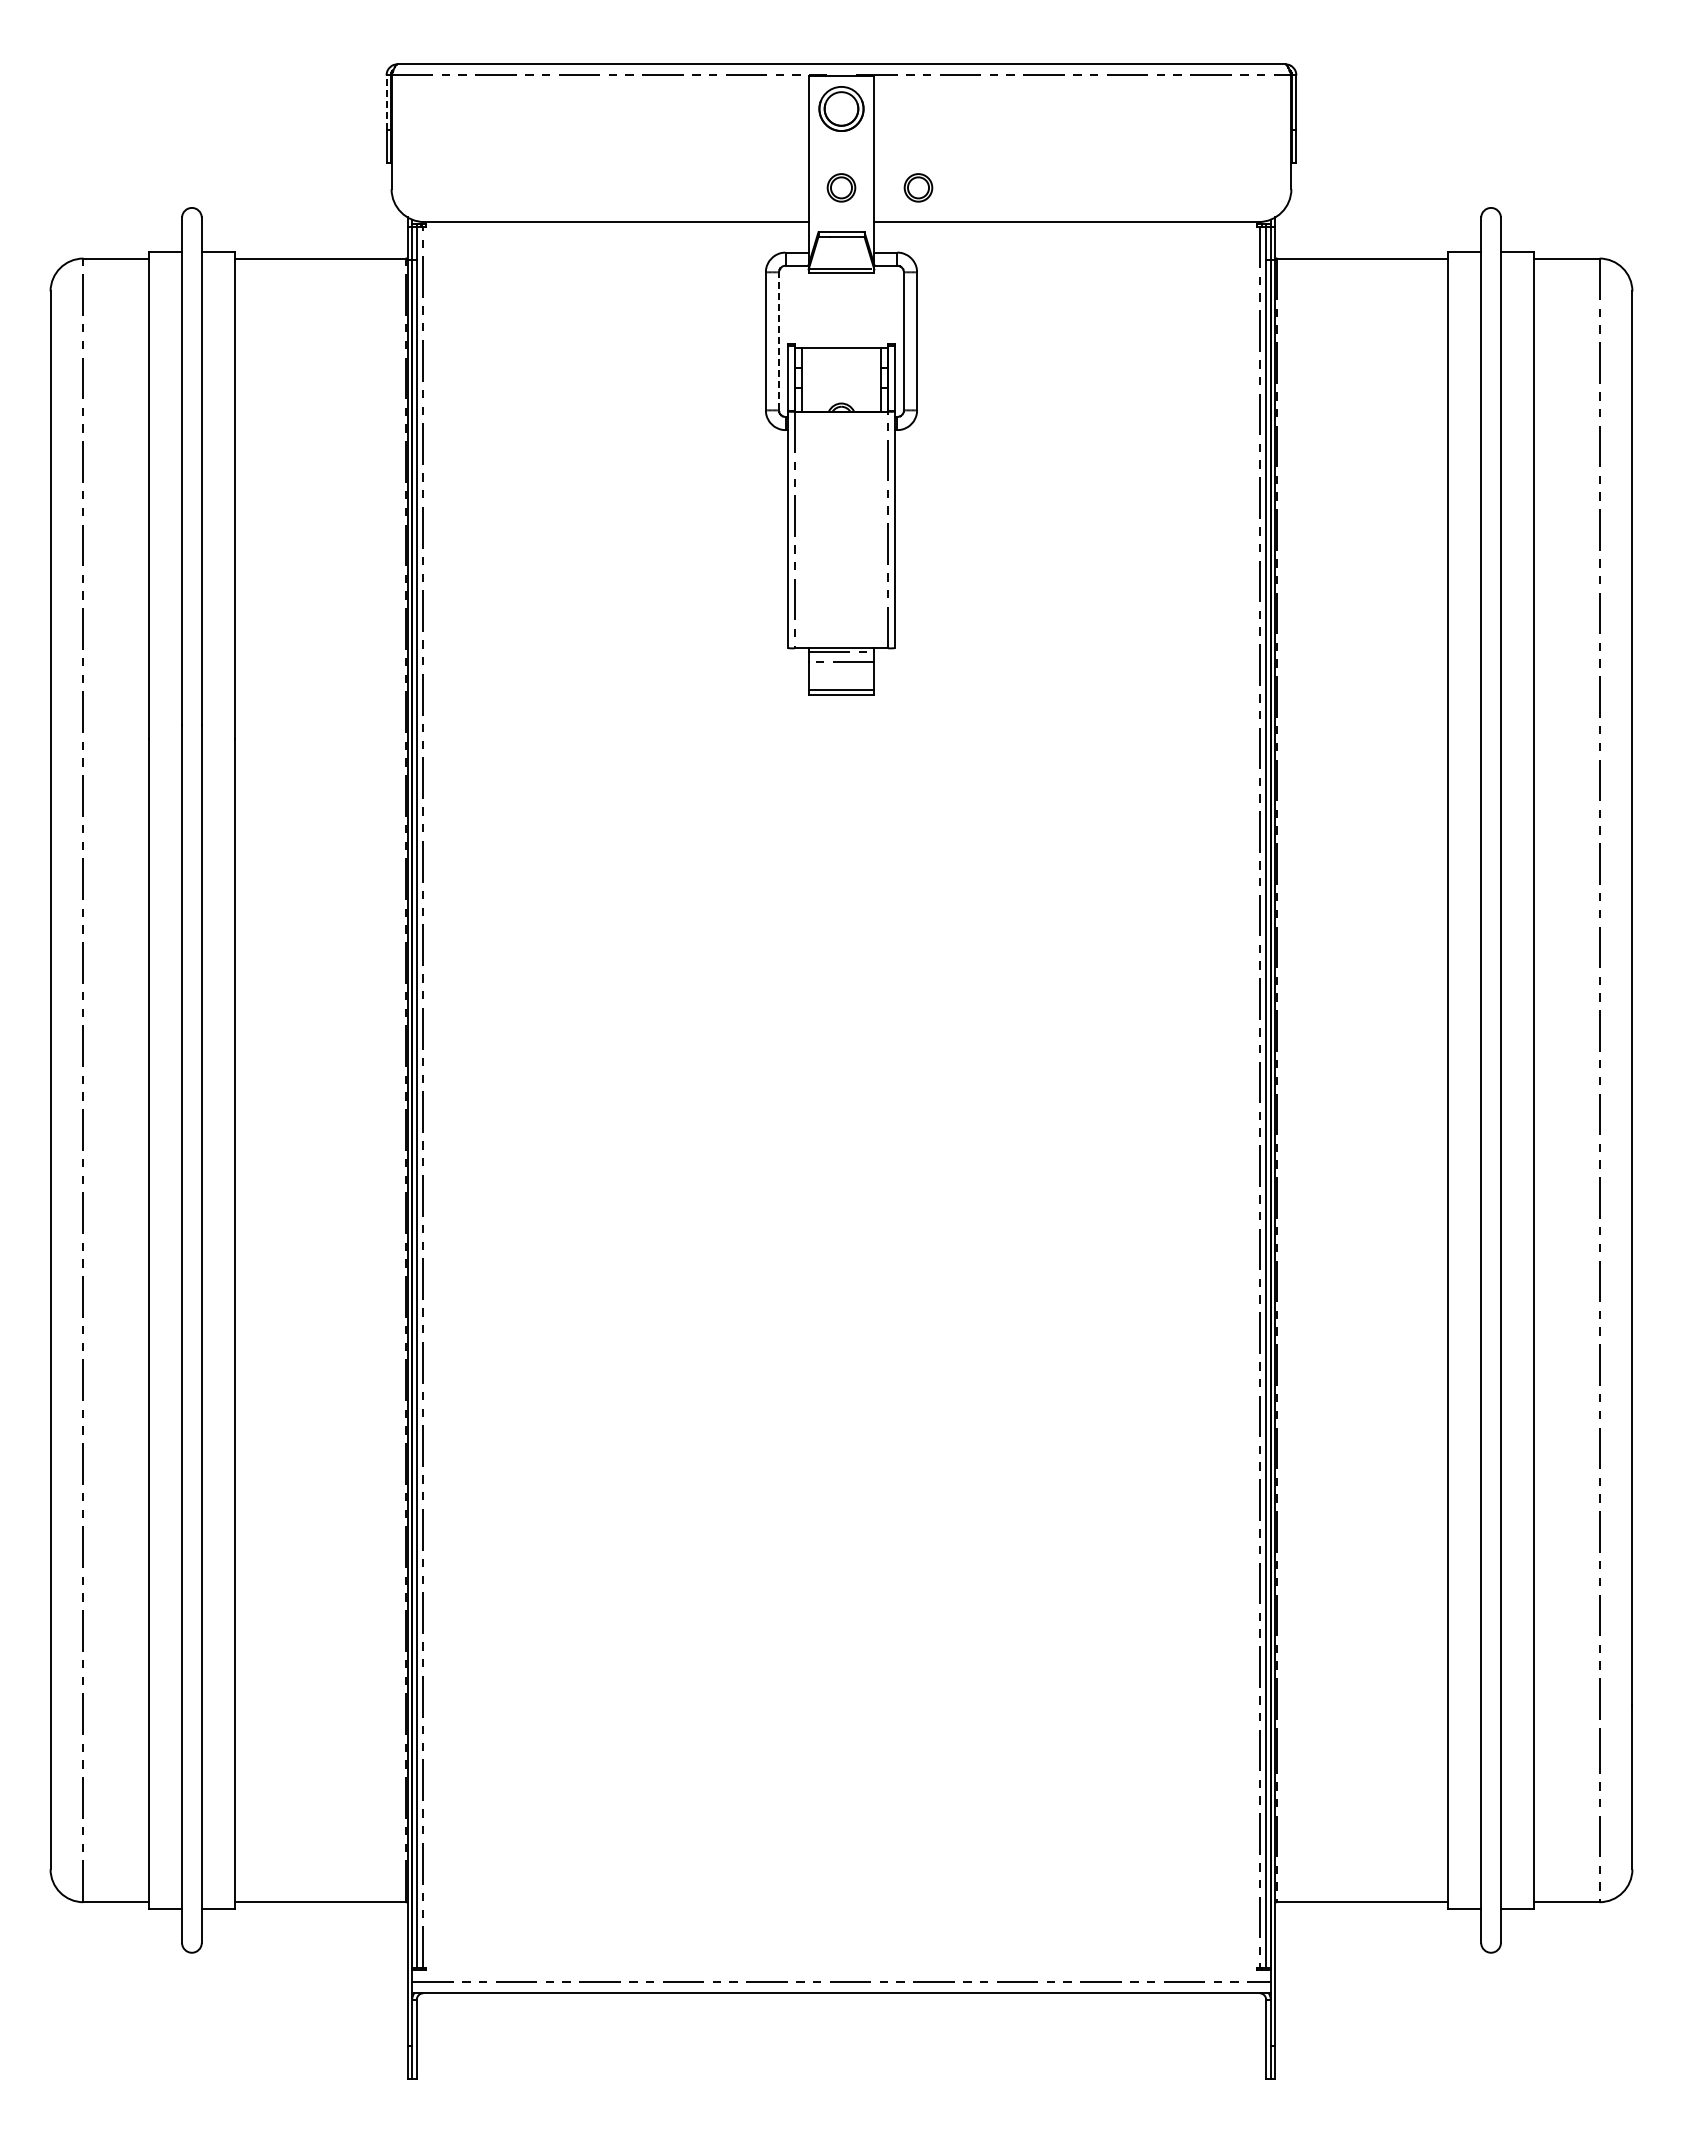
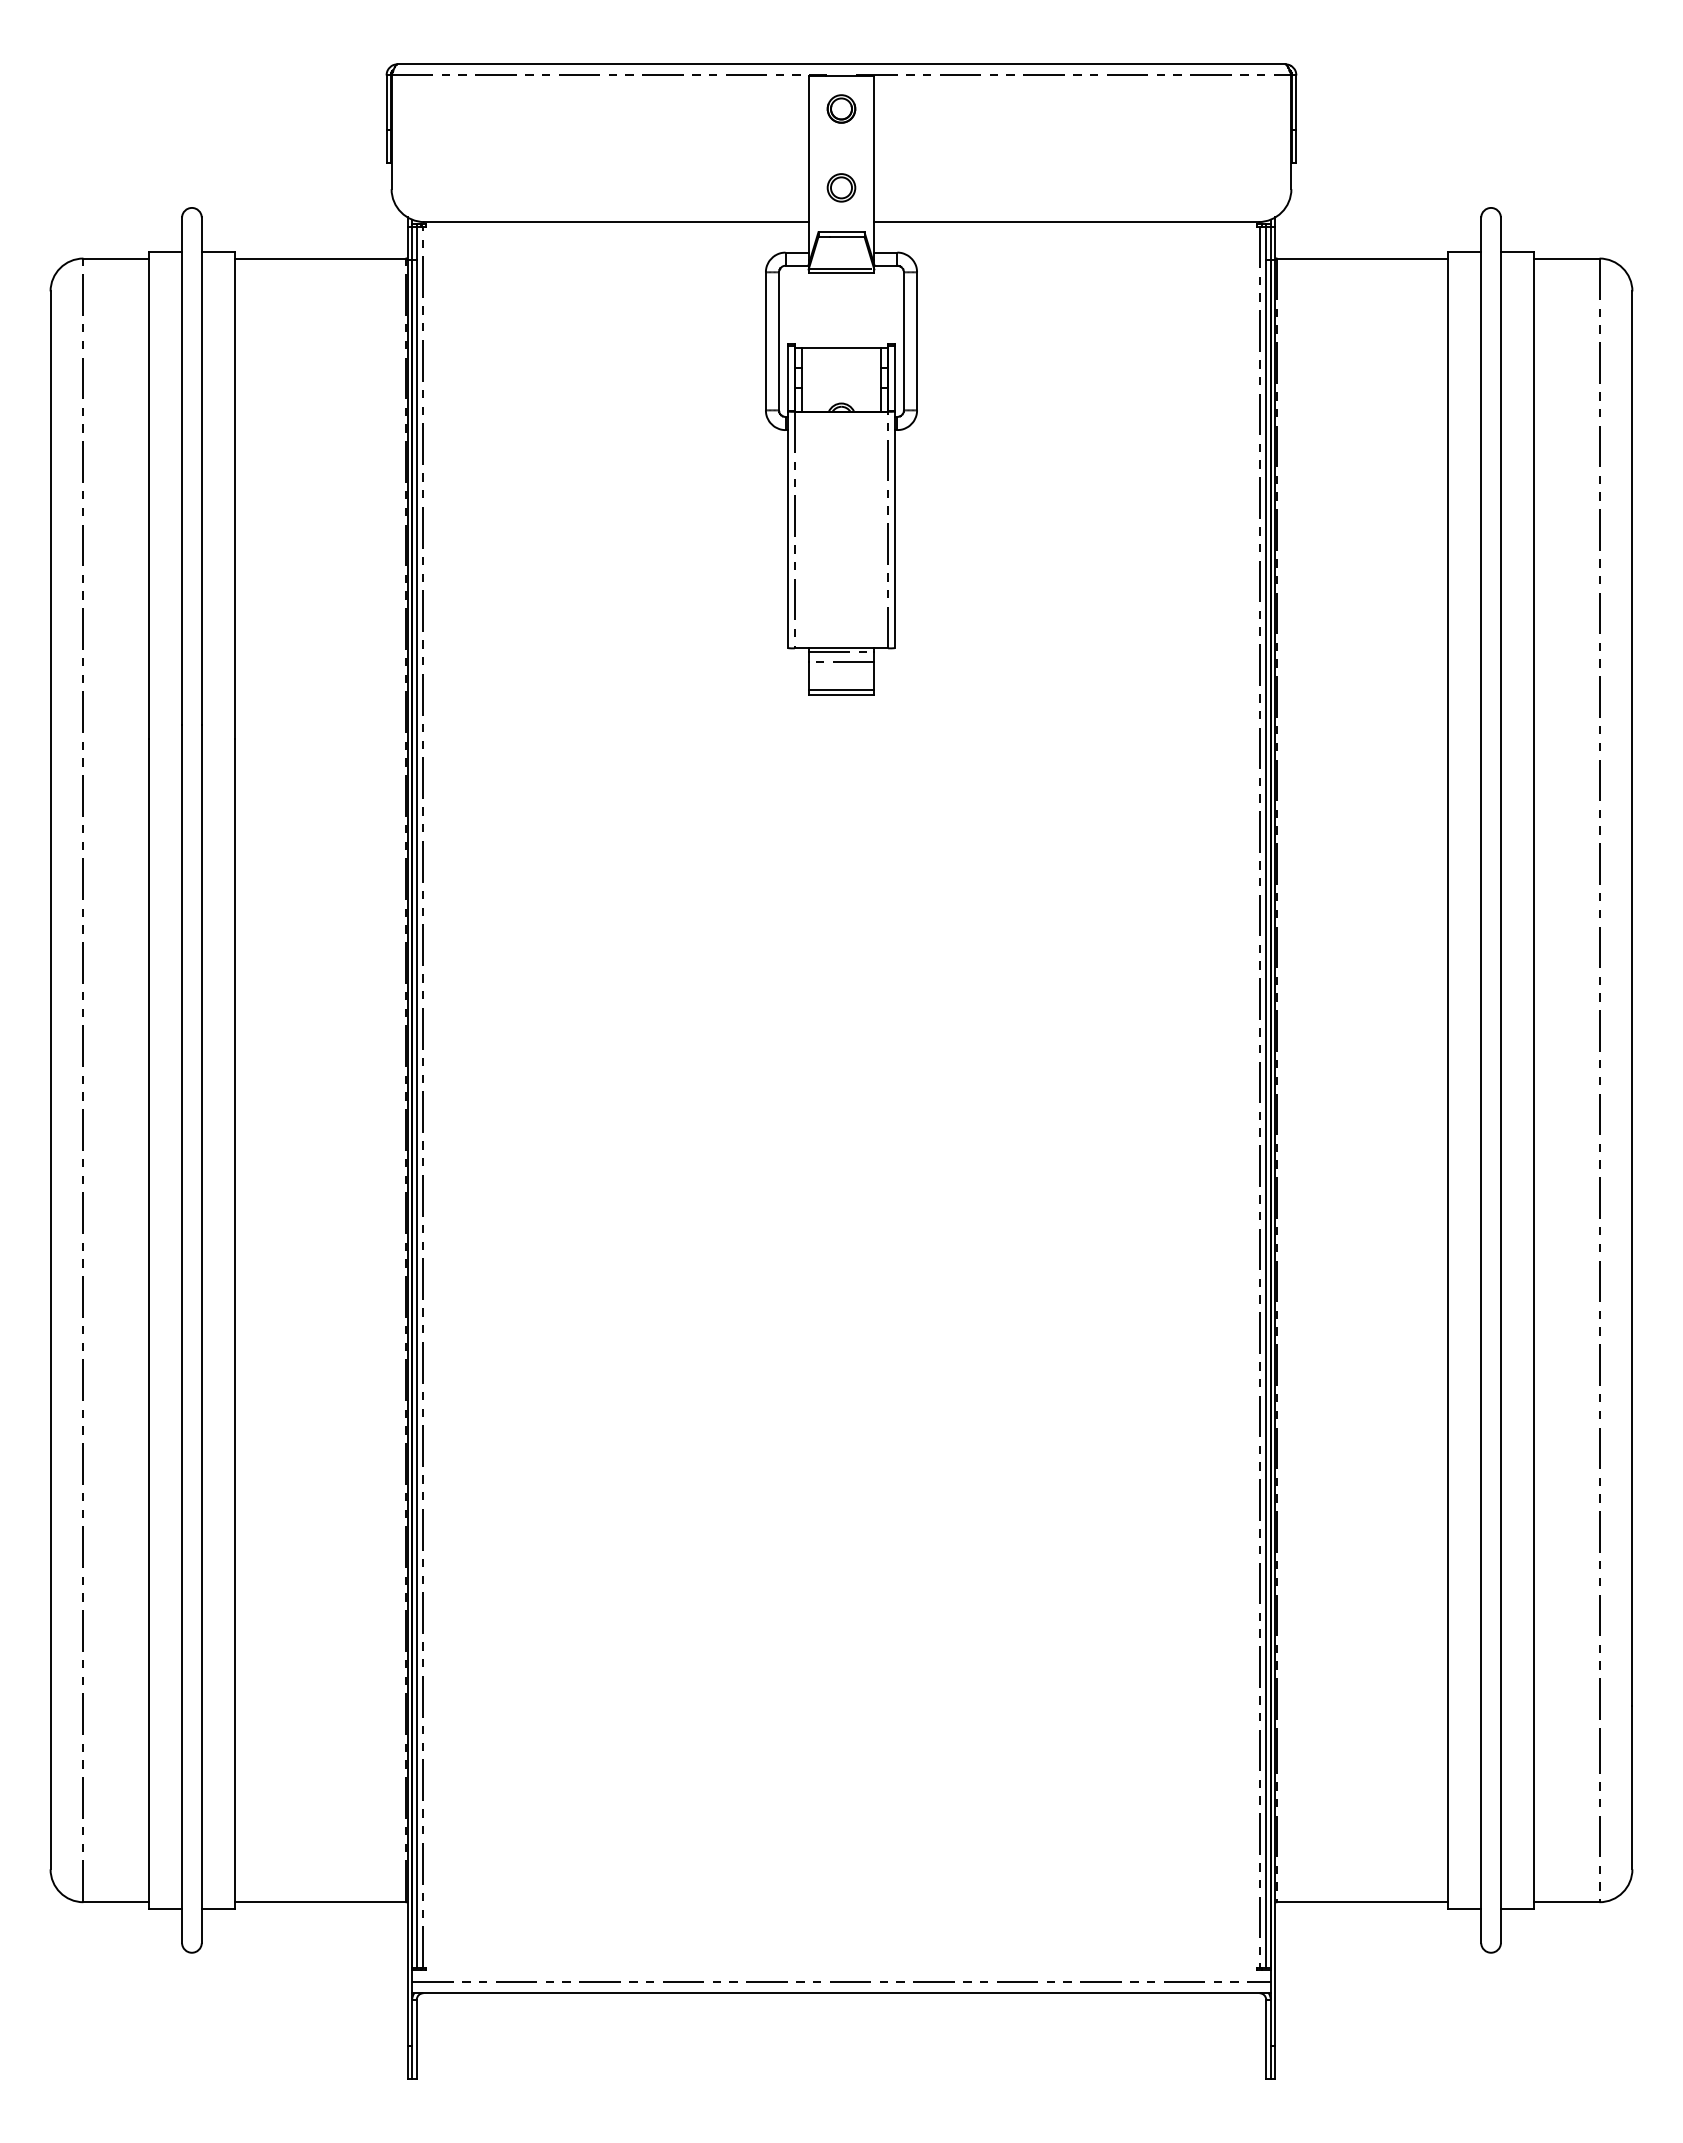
line at (386, 102): dashed -> solid
part at (841, 108) size: 47x46 px -> 31x30 px
part at (918, 187): present -> none
line at (779, 340): dashed -> solid
